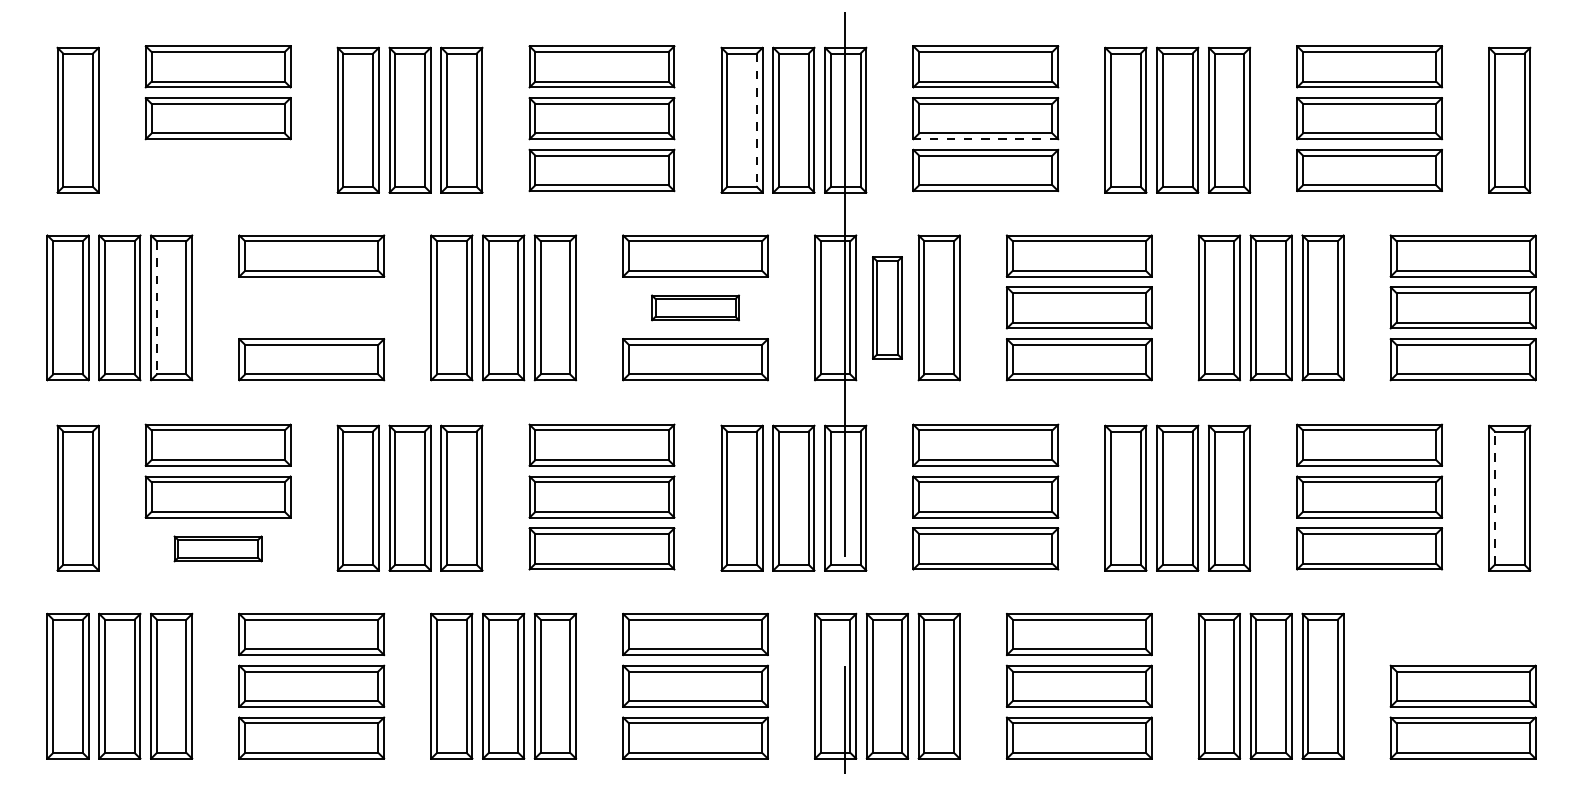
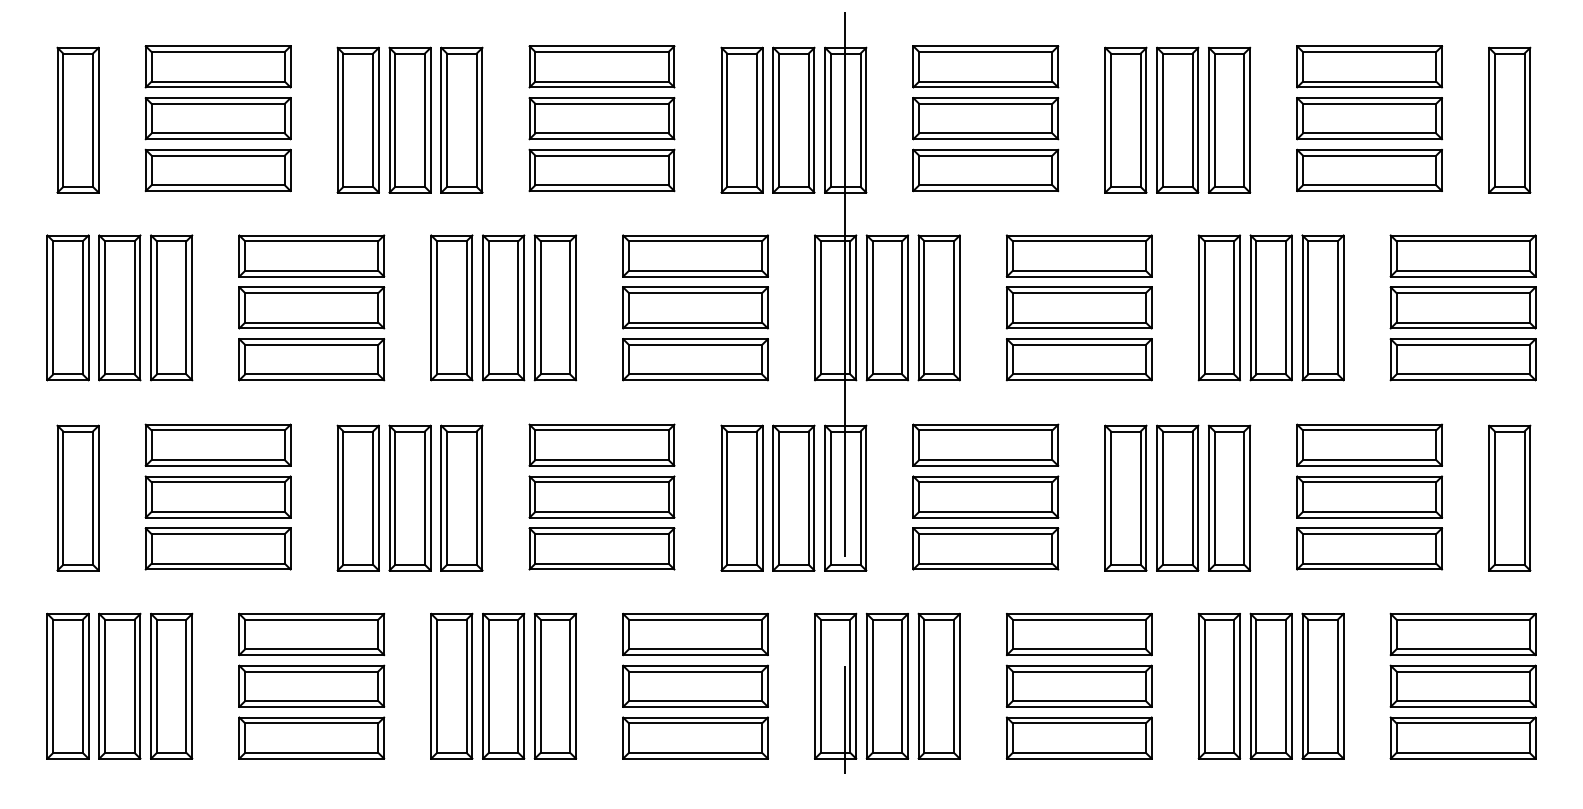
line at (756, 120): dashed -> solid
line at (985, 139): dashed -> solid
part at (217, 170): none -> present
line at (156, 307): dashed -> solid
part at (311, 307): none -> present
part at (695, 307) size: 89x28 px -> 147x44 px
part at (887, 307) size: 31x104 px -> 45x148 px
line at (1494, 498): dashed -> solid
part at (217, 548) size: 90x28 px -> 148x44 px
part at (1462, 634): none -> present
